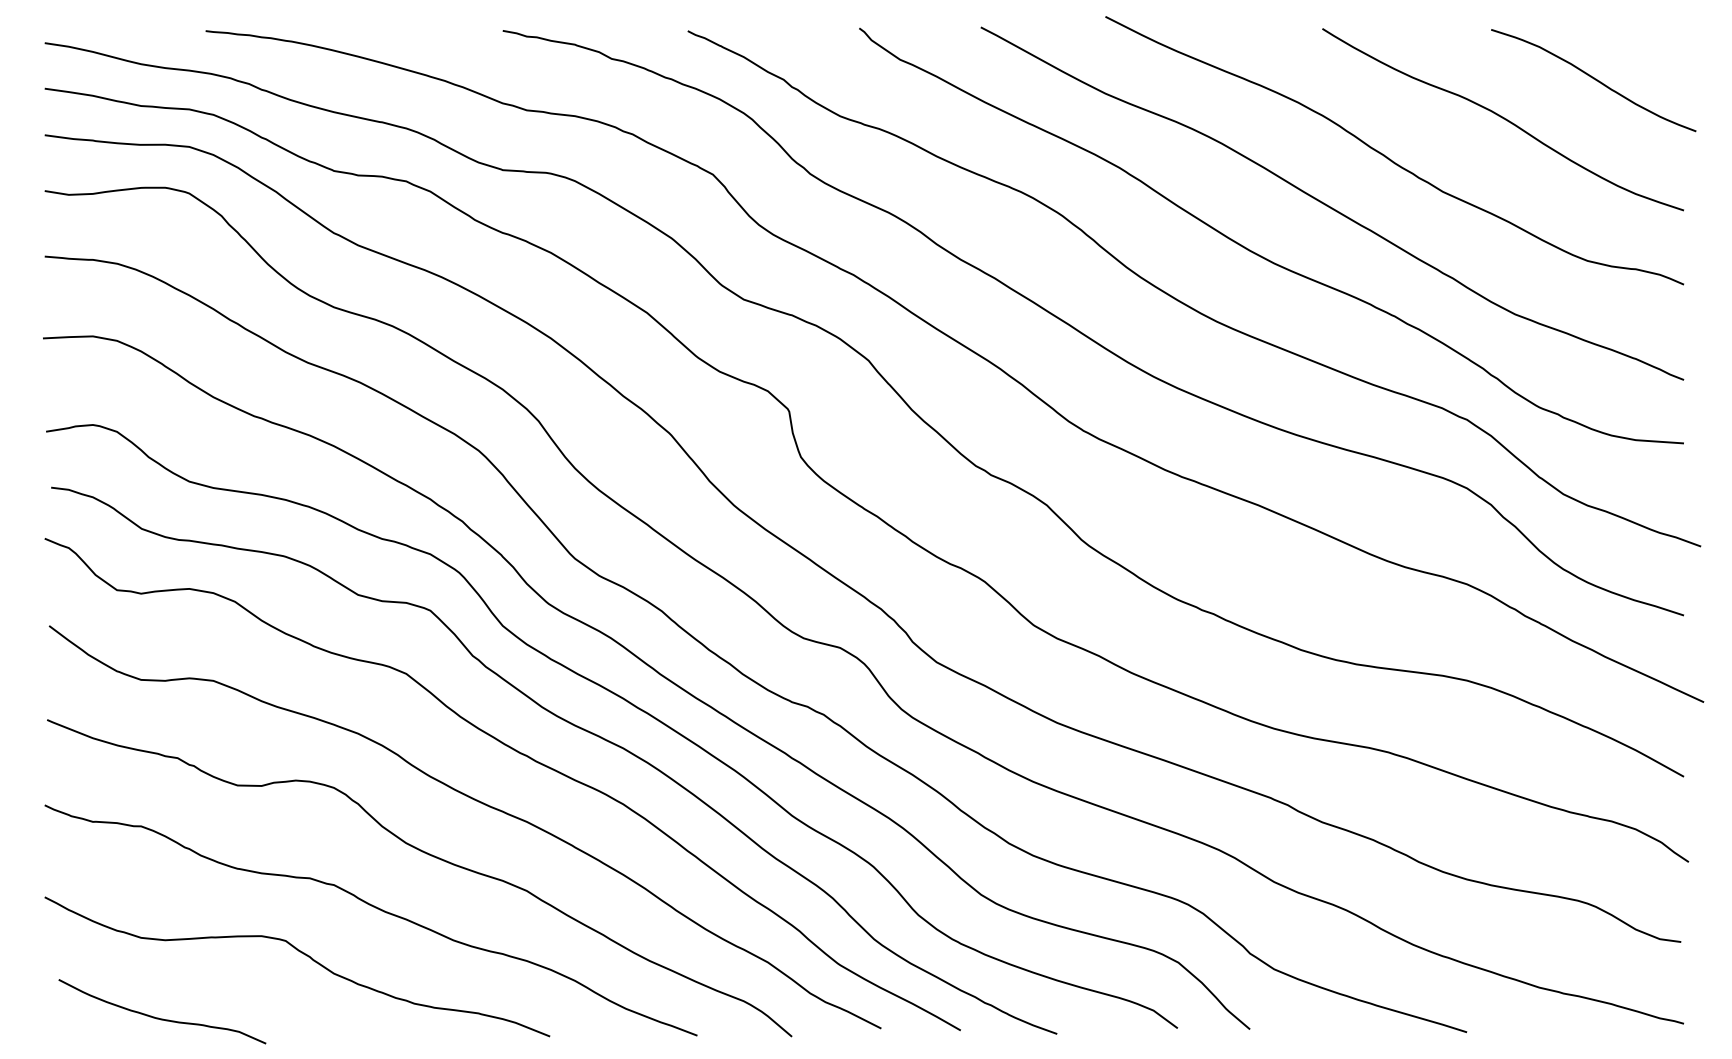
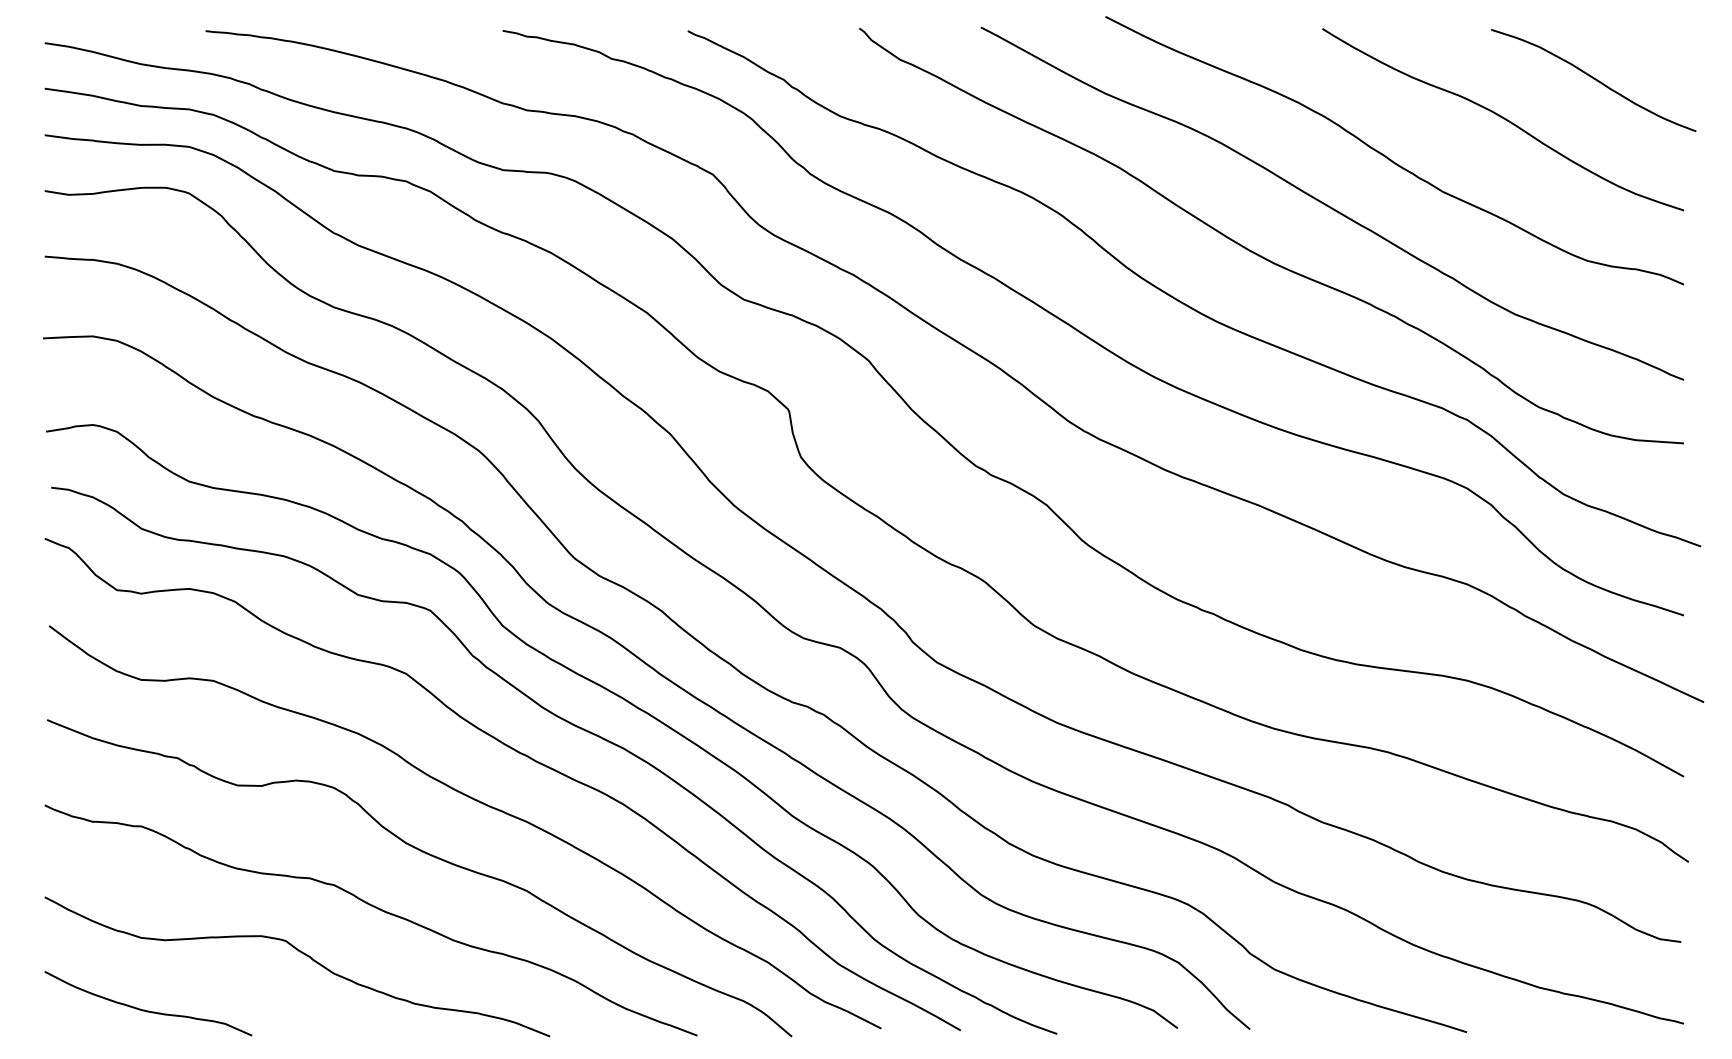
curve at (162, 1018) position: (162, 1018) -> (148, 1010)
